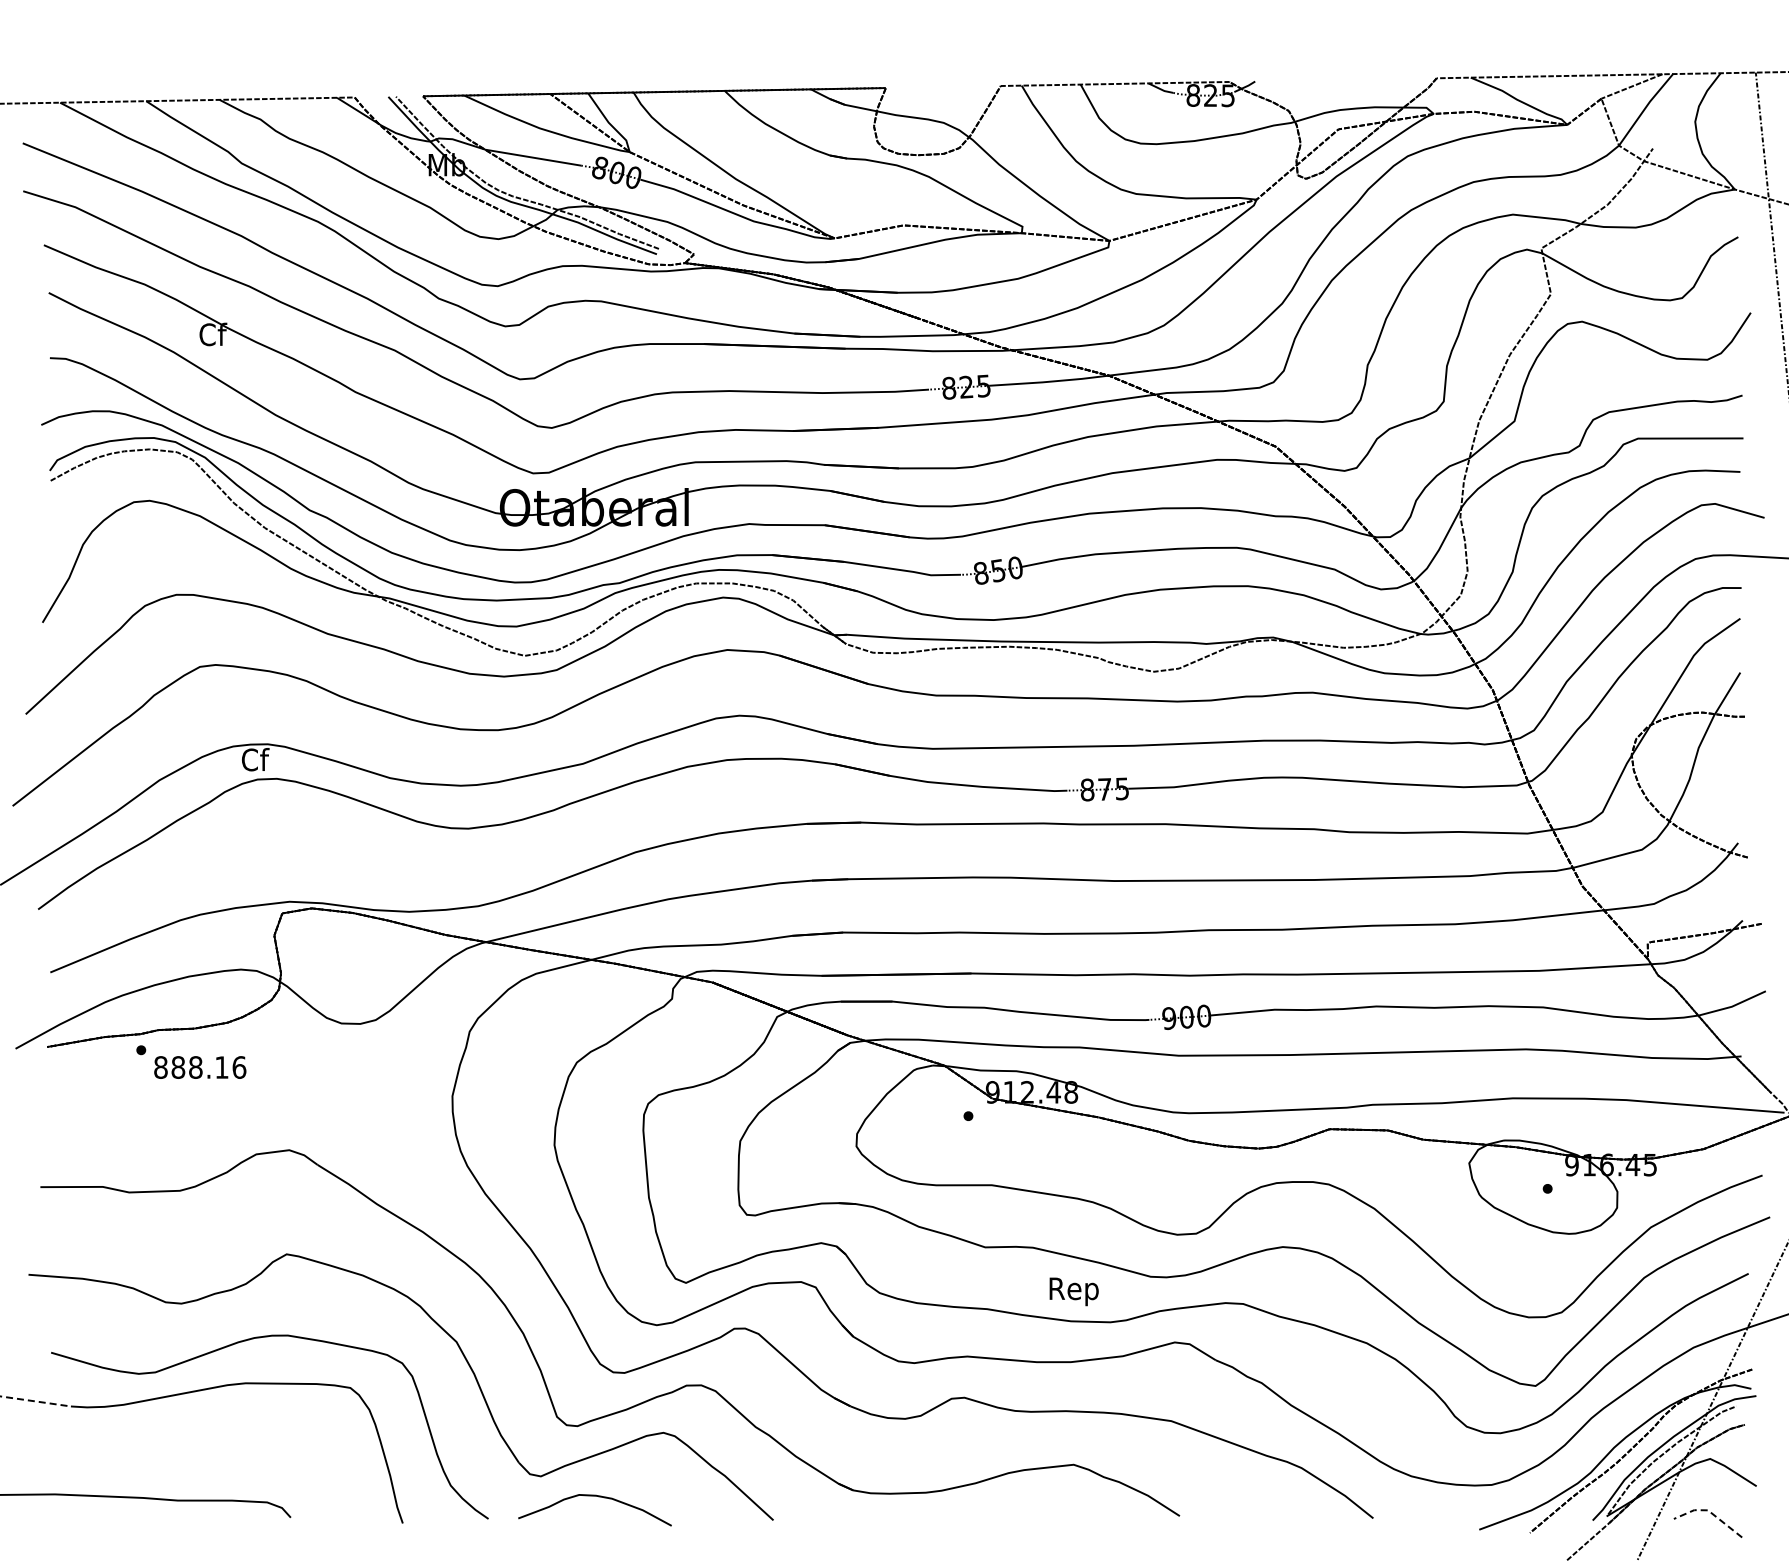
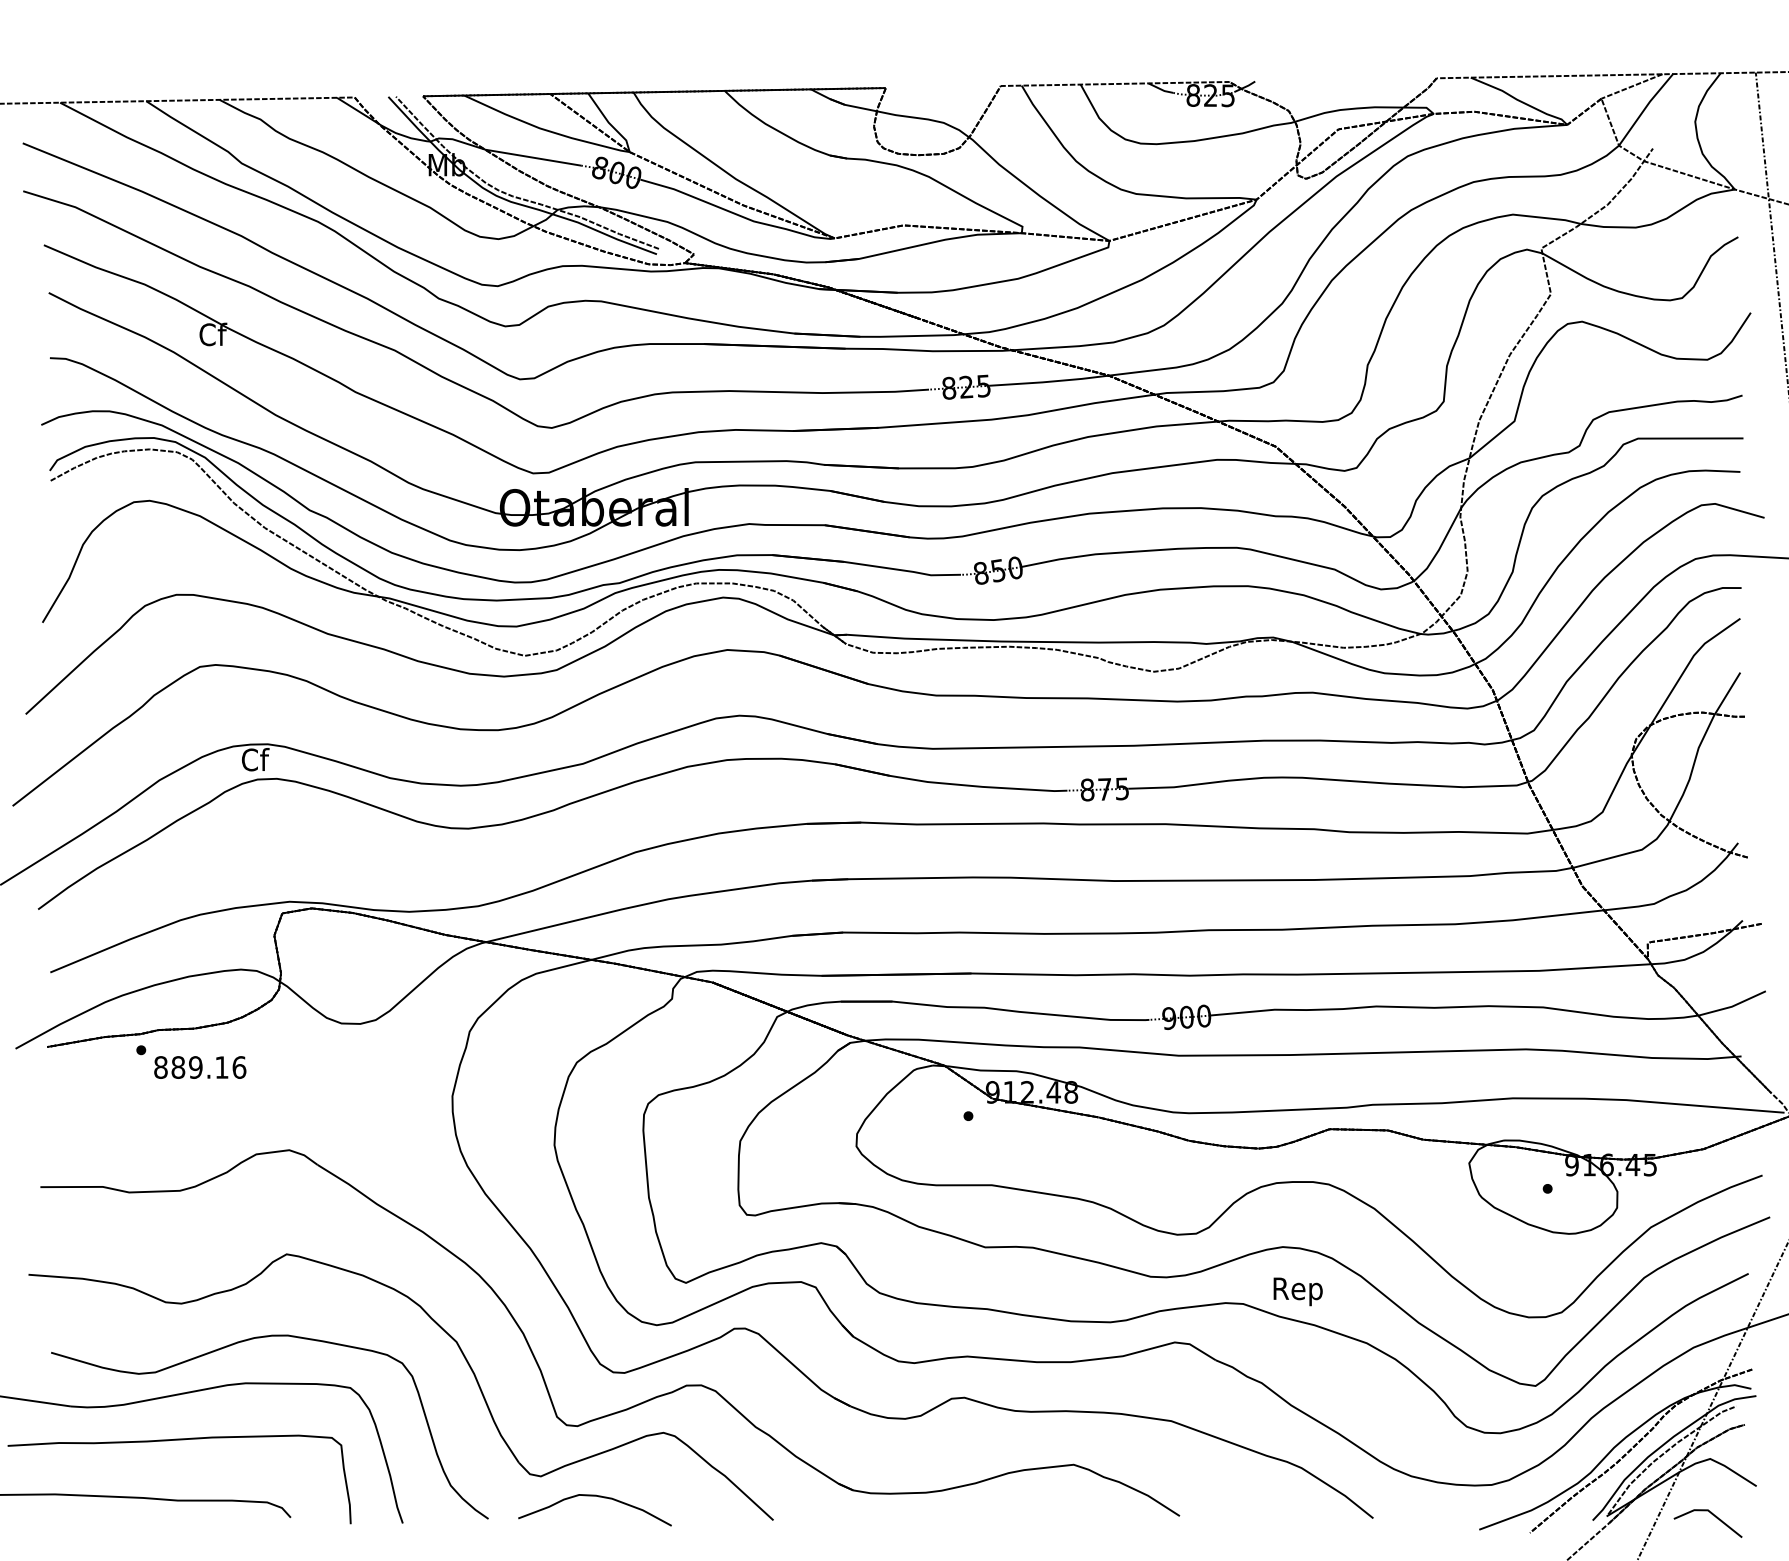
text at (195, 1067): 888.16 -> 889.16
text at (1073, 1291) position: (1073, 1291) -> (1297, 1291)
line at (35, 1401): dashed -> solid
curve at (179, 1440): none -> present
line at (1709, 1511): dashed -> solid
